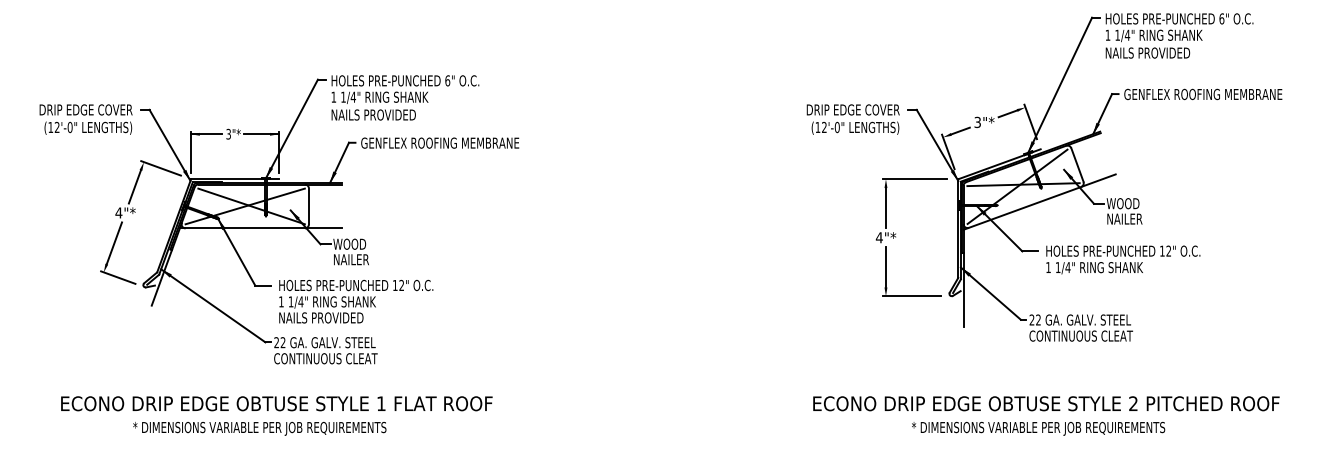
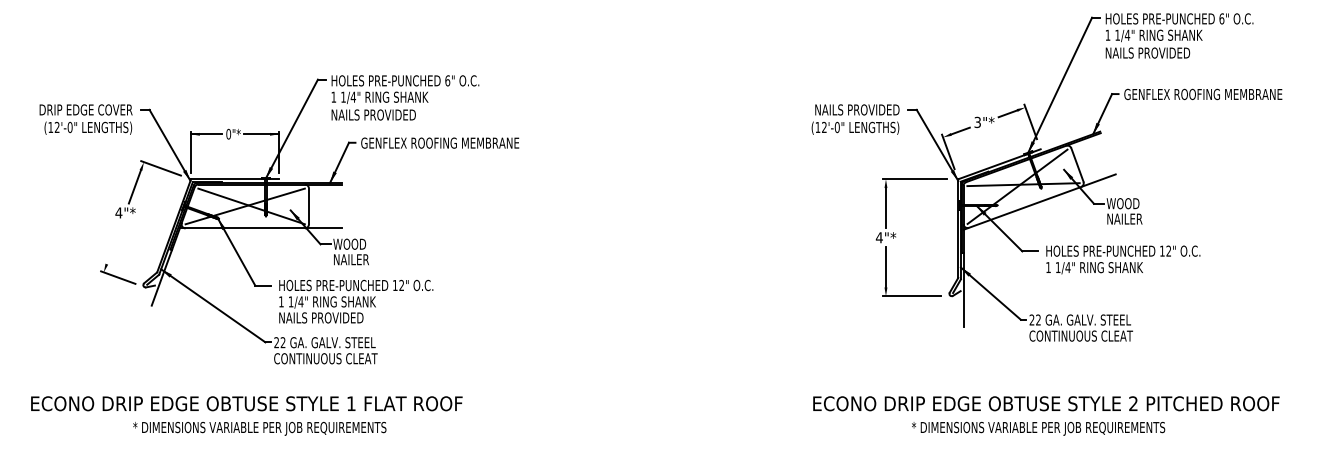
text at (852, 109): DRIP EDGE COVER -> NAILS PROVIDED
text at (228, 134): 3"* -> 0"*
line at (114, 243): present -> none
text at (276, 403) position: (276, 403) -> (246, 403)
